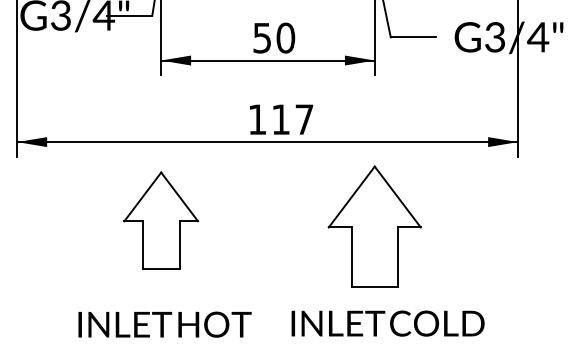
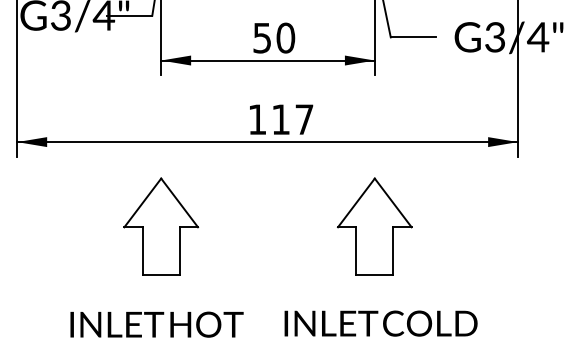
part at (161, 220) position: (161, 220) -> (161, 226)
part at (374, 226) size: 95x123 px -> 76x99 px
text at (387, 323) position: (387, 323) -> (380, 323)
text at (164, 324) position: (164, 324) -> (156, 324)
